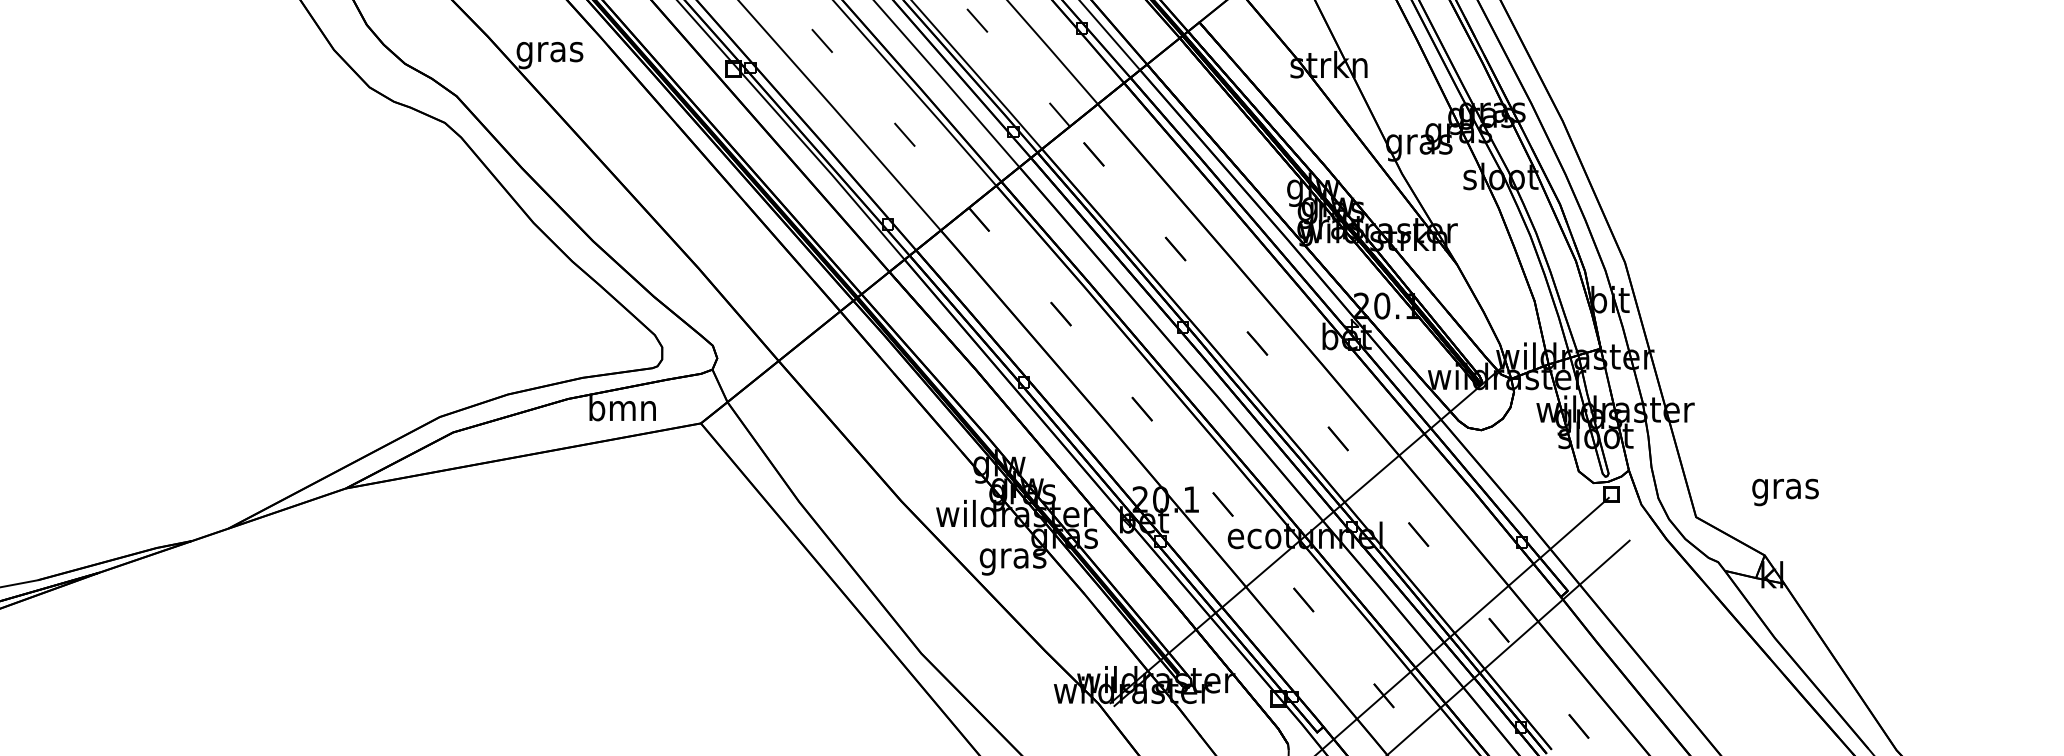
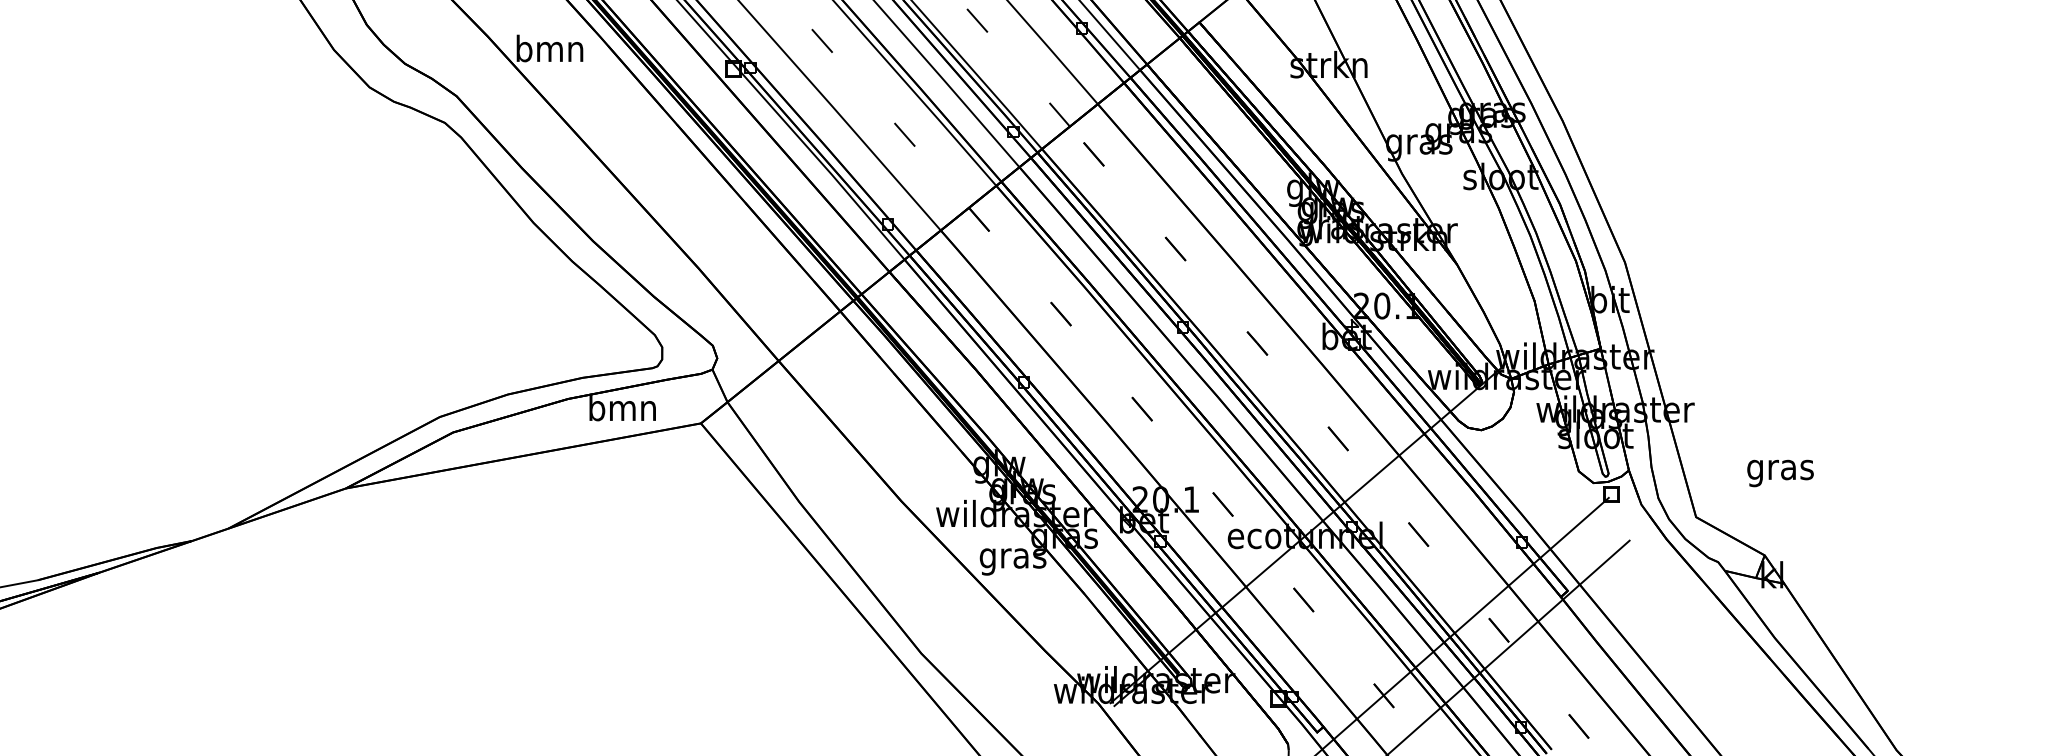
text at (549, 51): gras -> bmn
text at (1785, 492) position: (1785, 492) -> (1780, 473)
